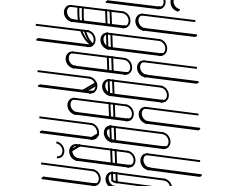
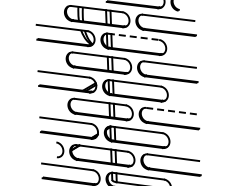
line at (133, 36): solid -> dashed
line at (171, 111): solid -> dashed
